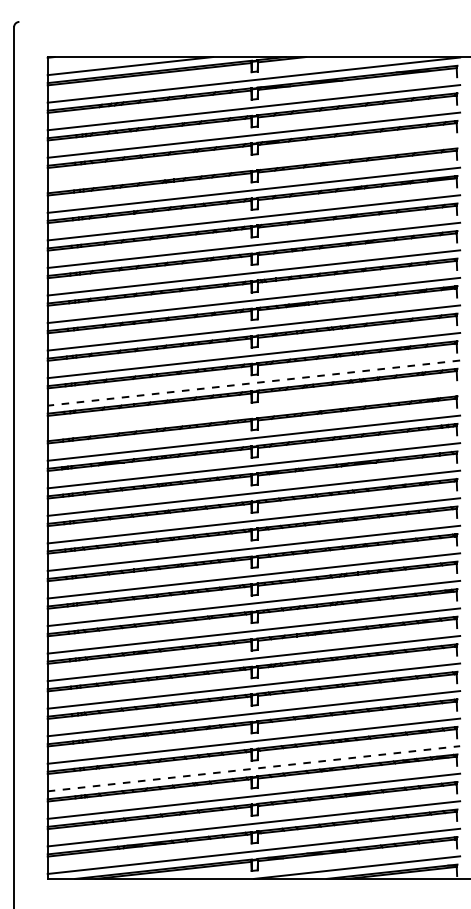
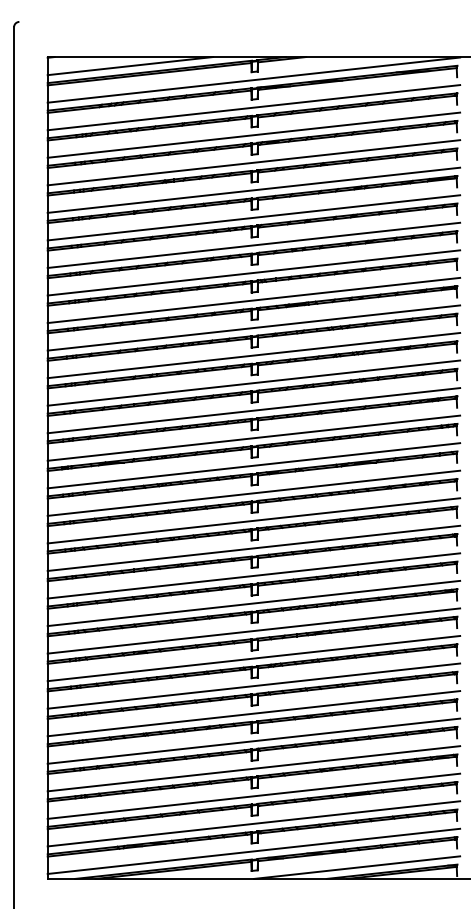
line at (253, 162): none -> present
line at (253, 383): dashed -> solid
line at (253, 410): none -> present
line at (254, 768): dashed -> solid
